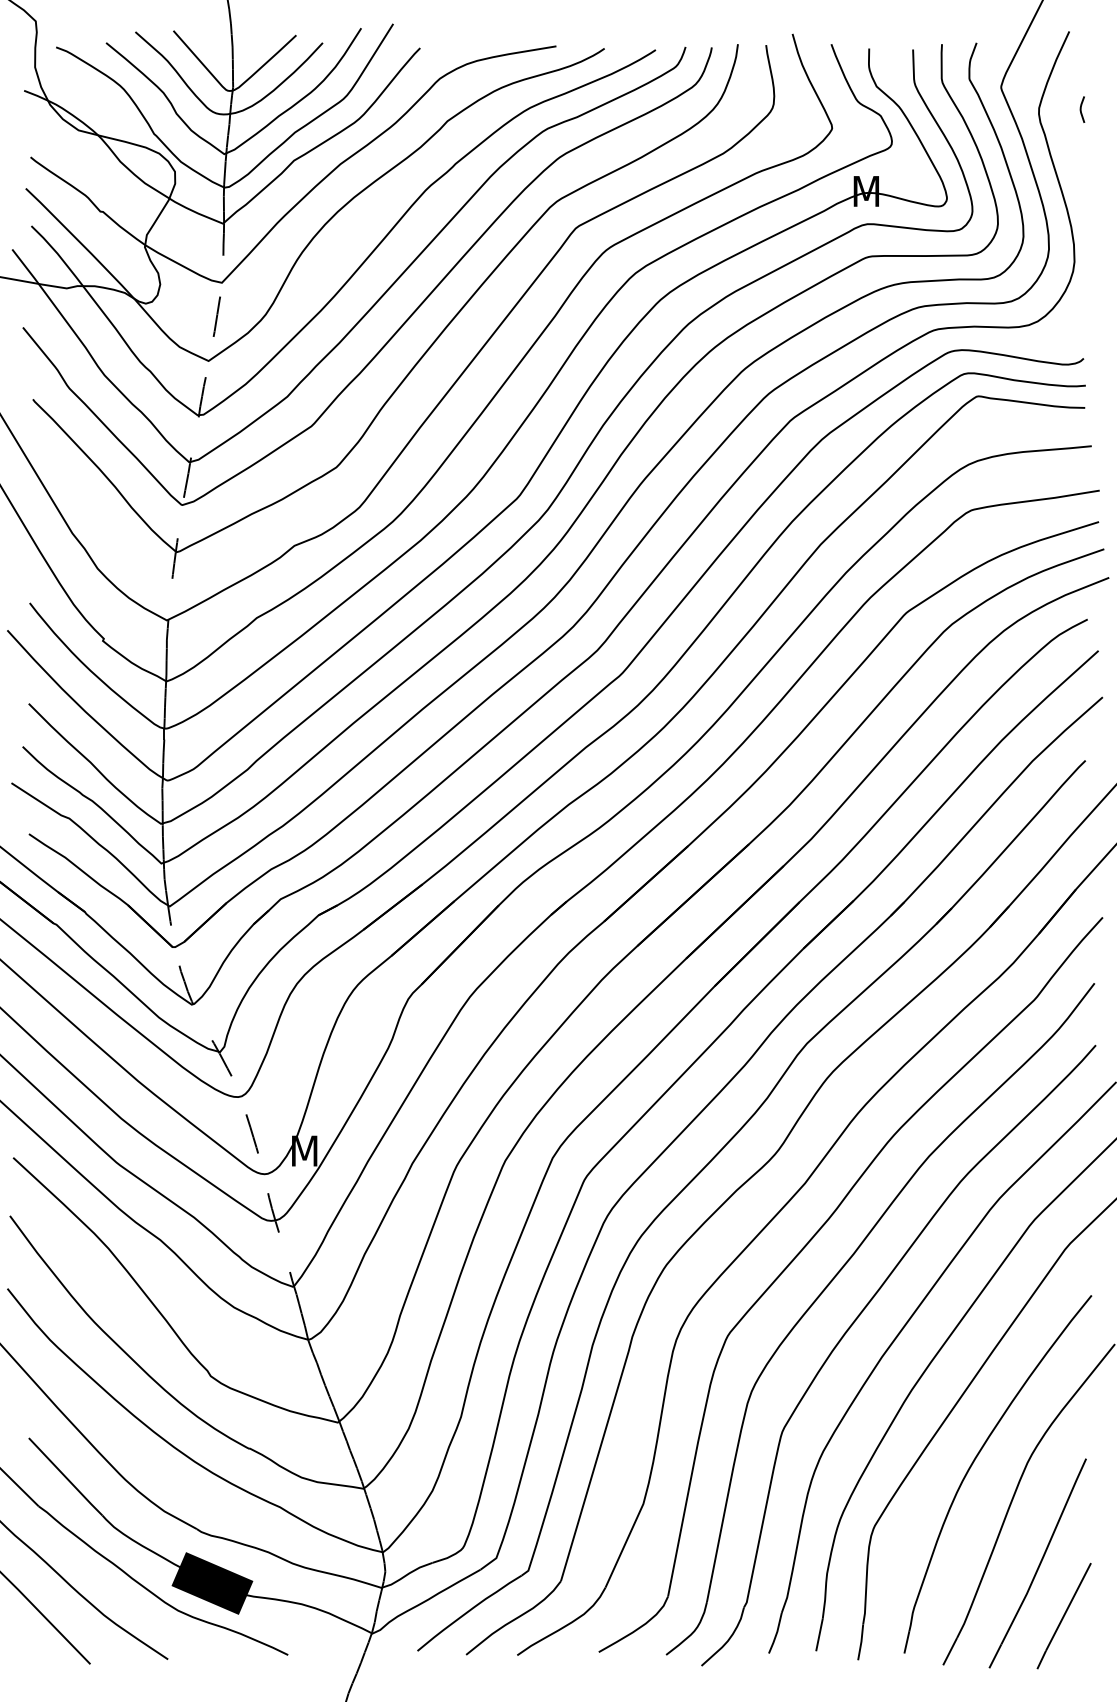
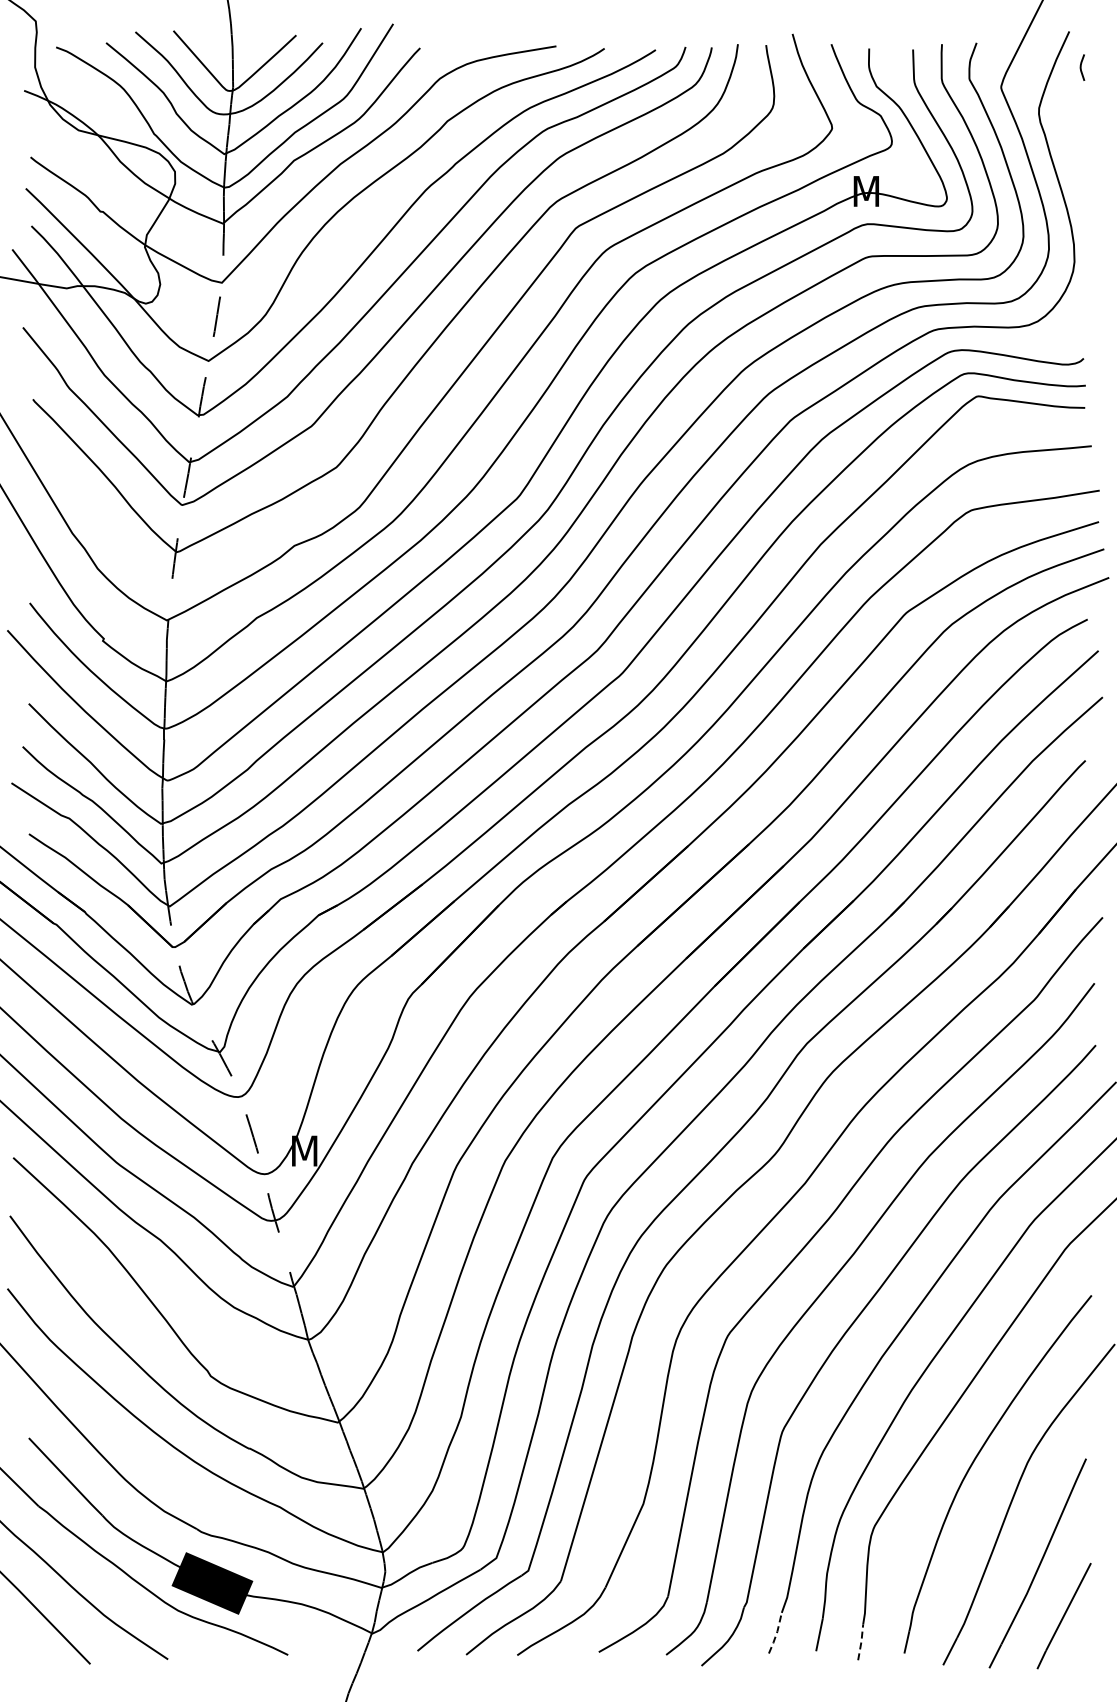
curve at (1081, 109) position: (1081, 109) -> (1081, 67)
line at (776, 1633): solid -> dashed
line at (861, 1641): solid -> dashed
